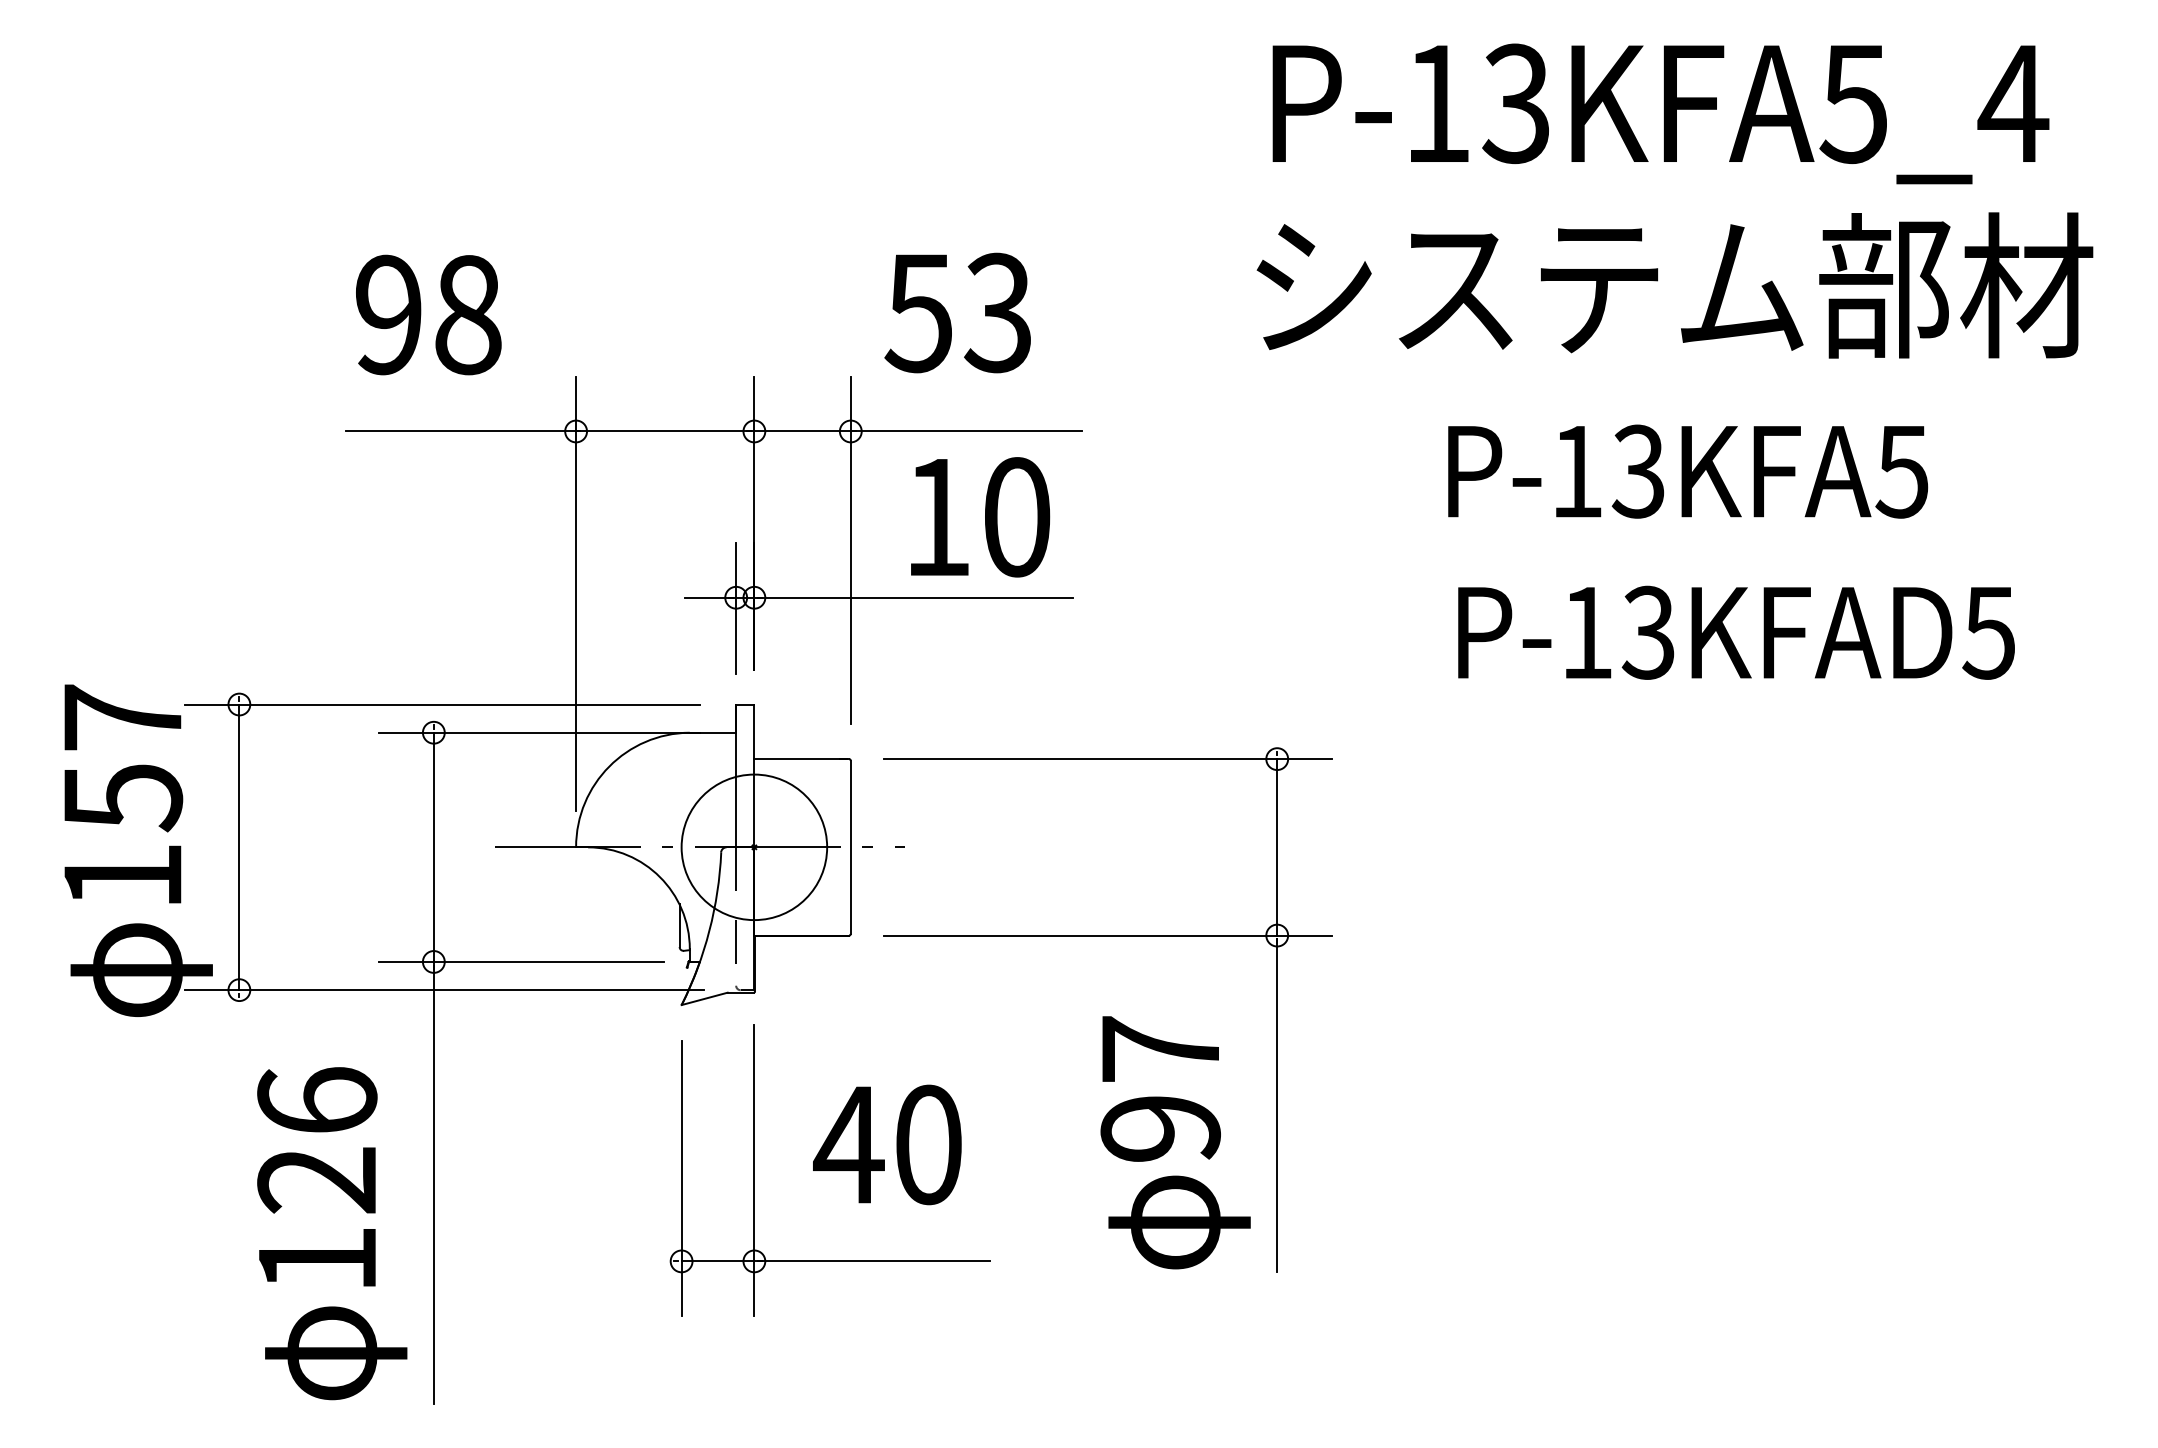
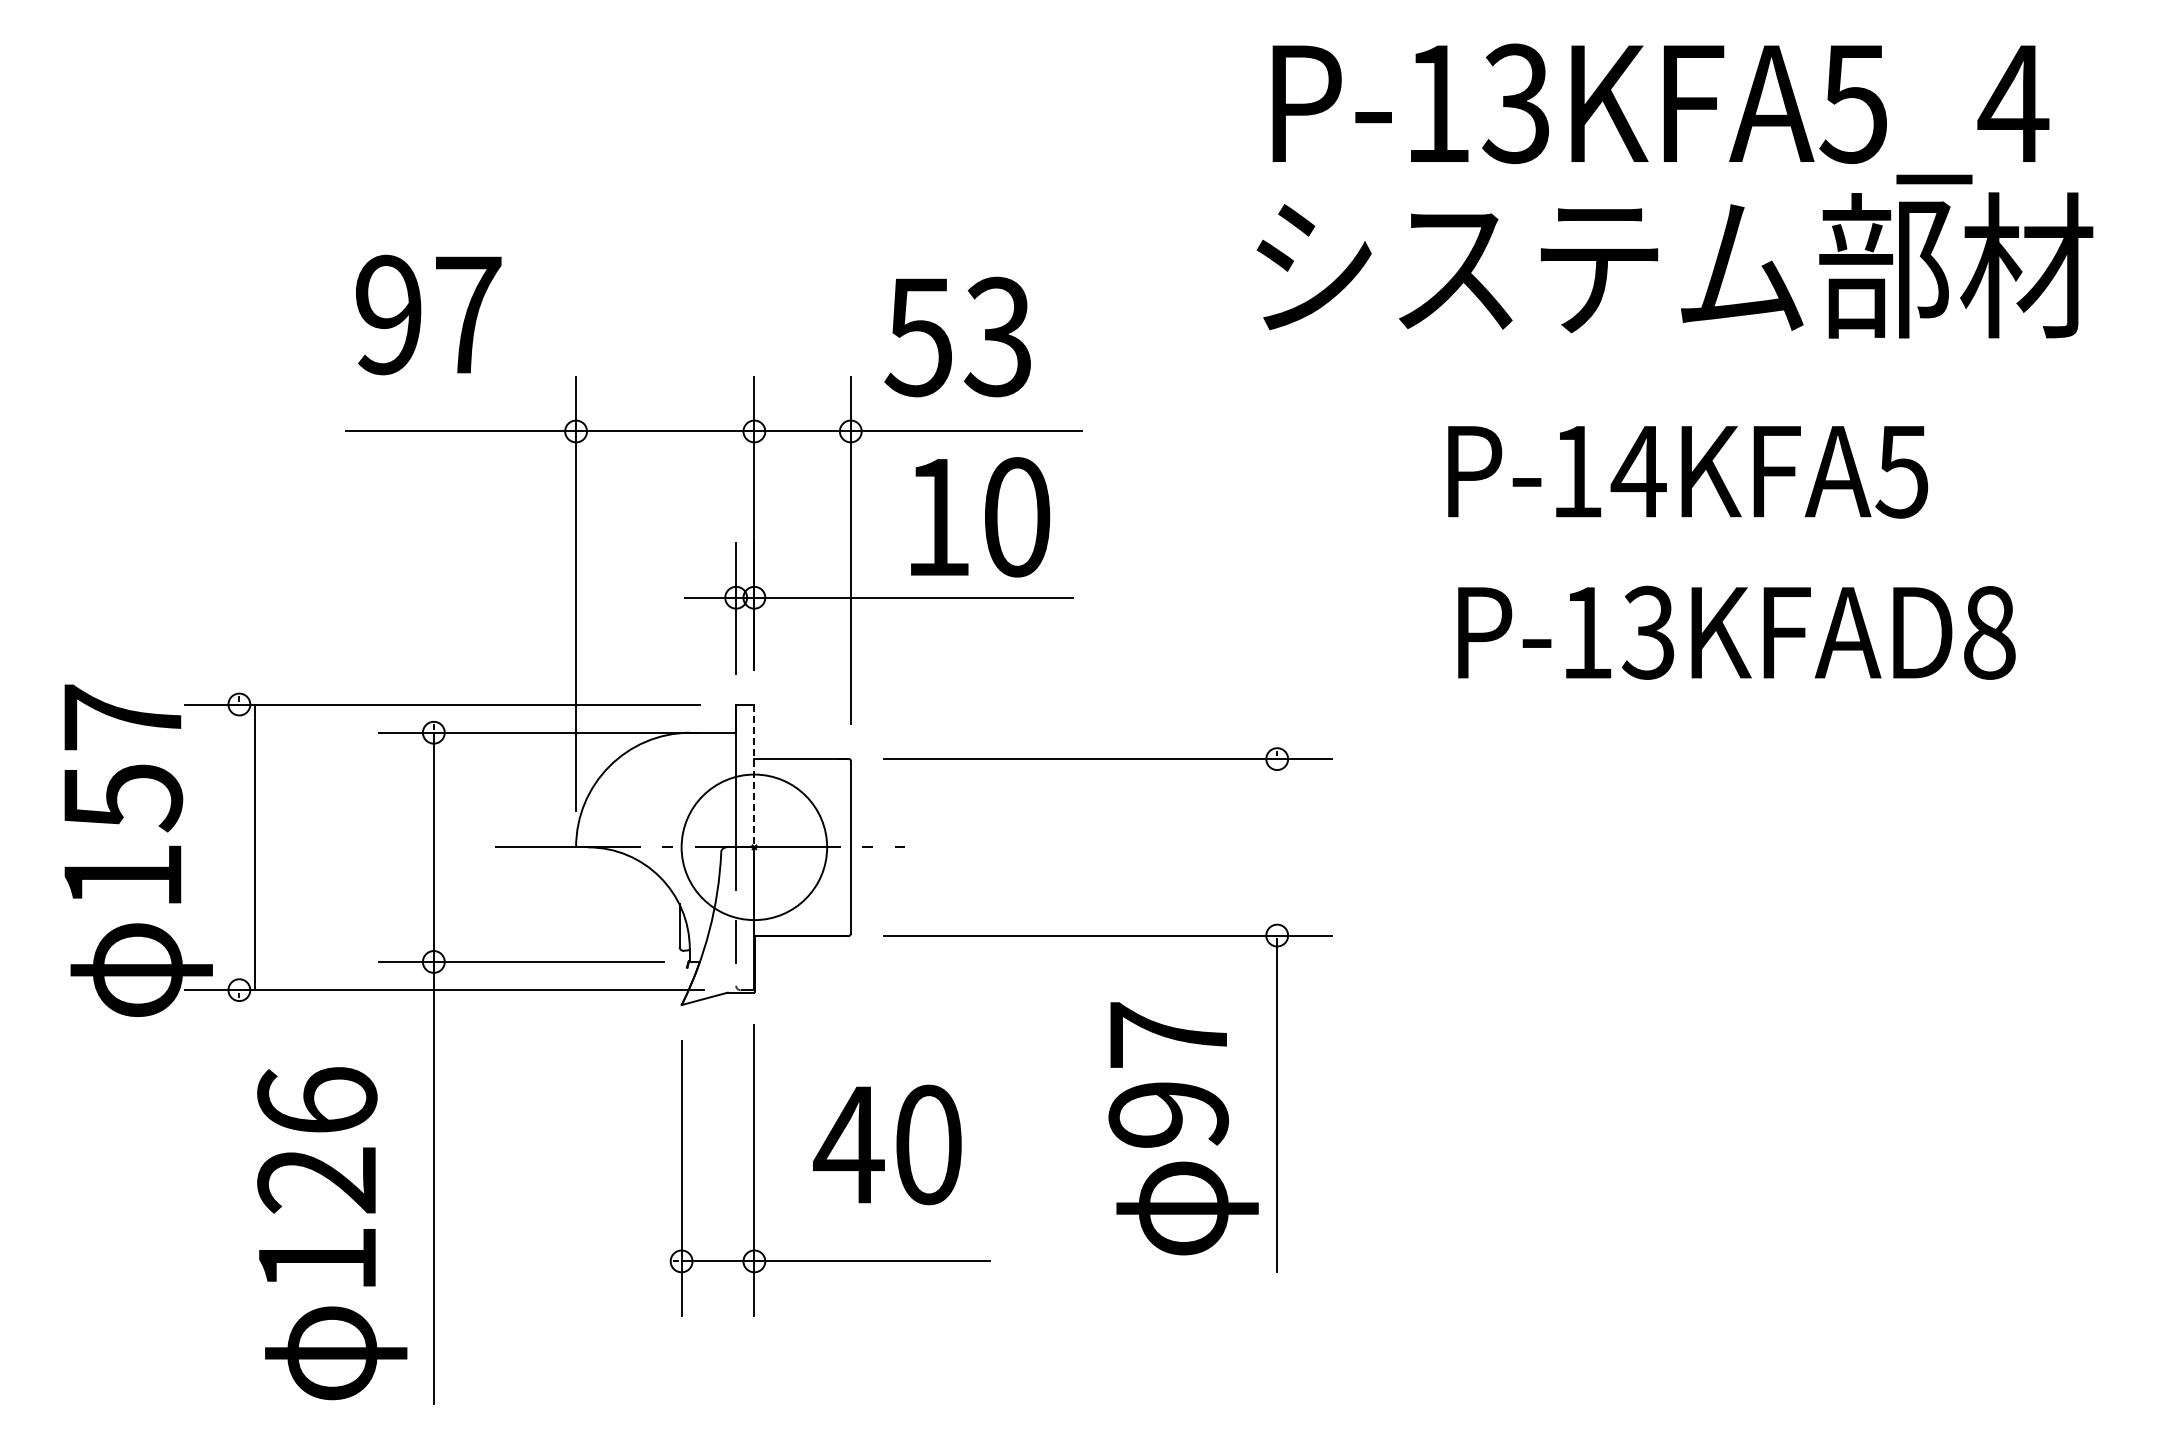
text at (1674, 285) position: (1674, 285) -> (1674, 265)
text at (957, 312) position: (957, 312) -> (957, 336)
text at (468, 315): 98 -> 97
text at (1638, 471): P-13KFA5 -> P-14KFA5
text at (1988, 632): P-13KFAD5 -> P-13KFAD8
line at (754, 776): solid -> dashed
line at (239, 847) position: (239, 847) -> (255, 847)
line at (1277, 847): present -> none
text at (1175, 1142) position: (1175, 1142) -> (1183, 1128)
